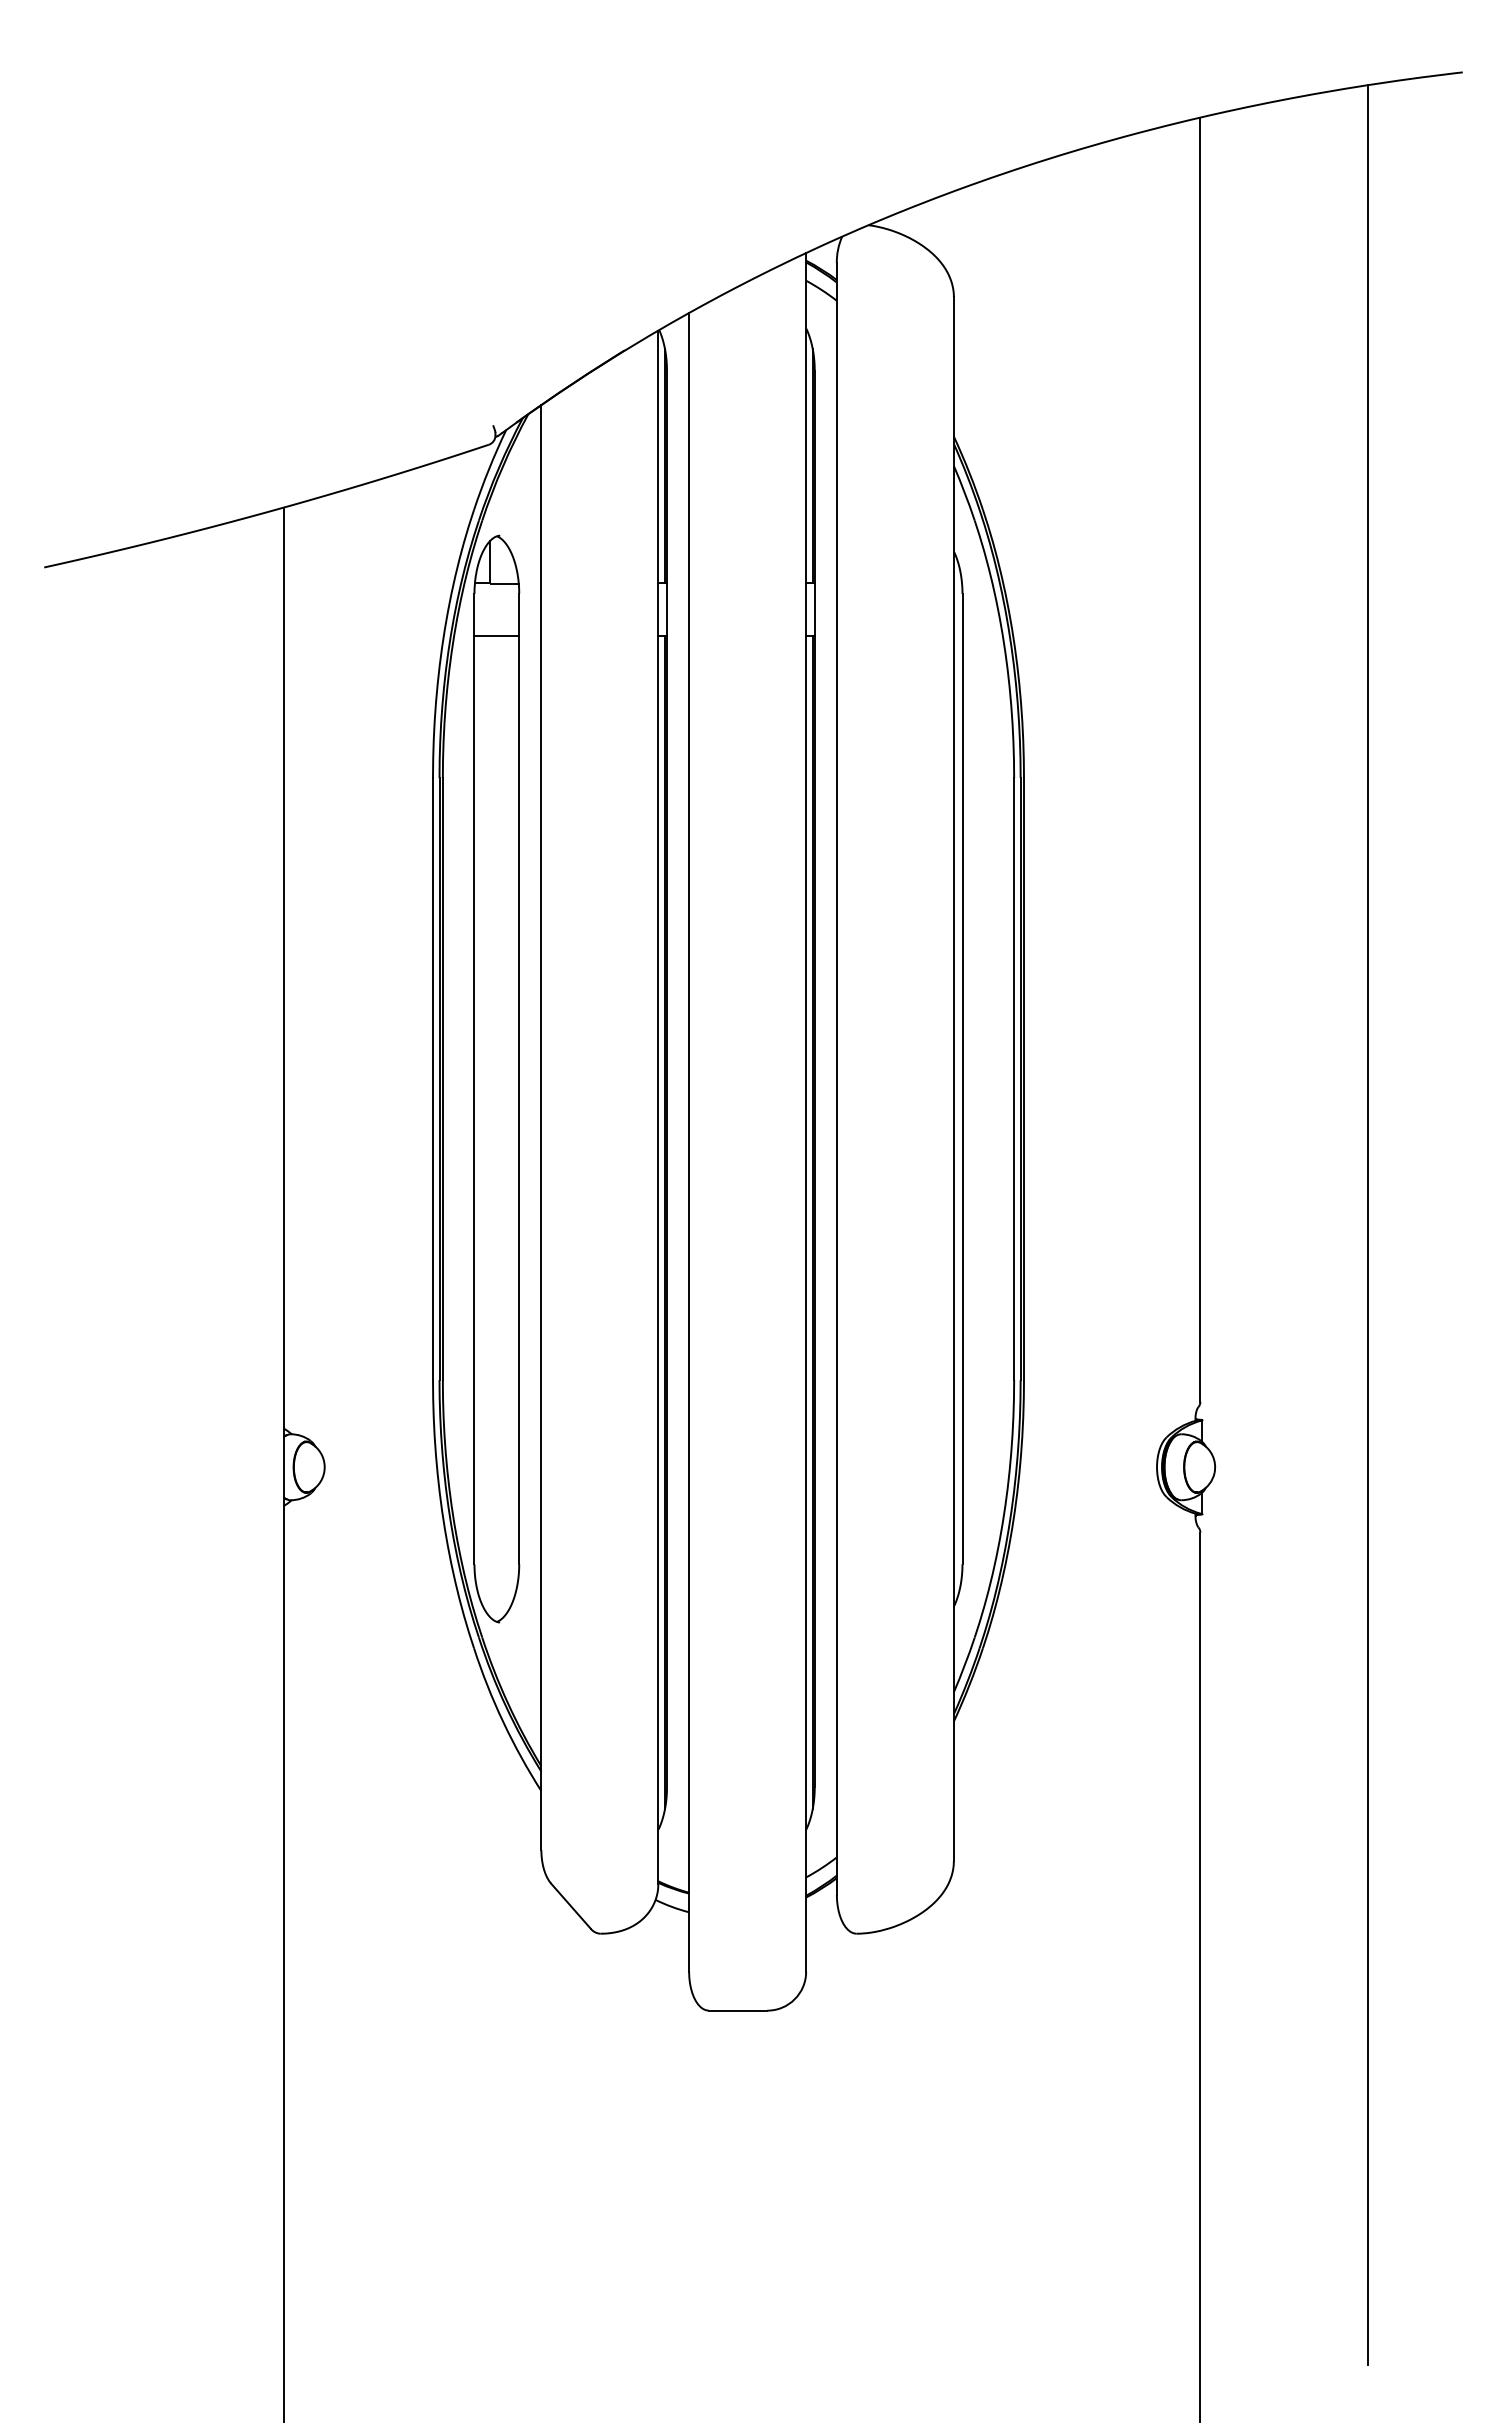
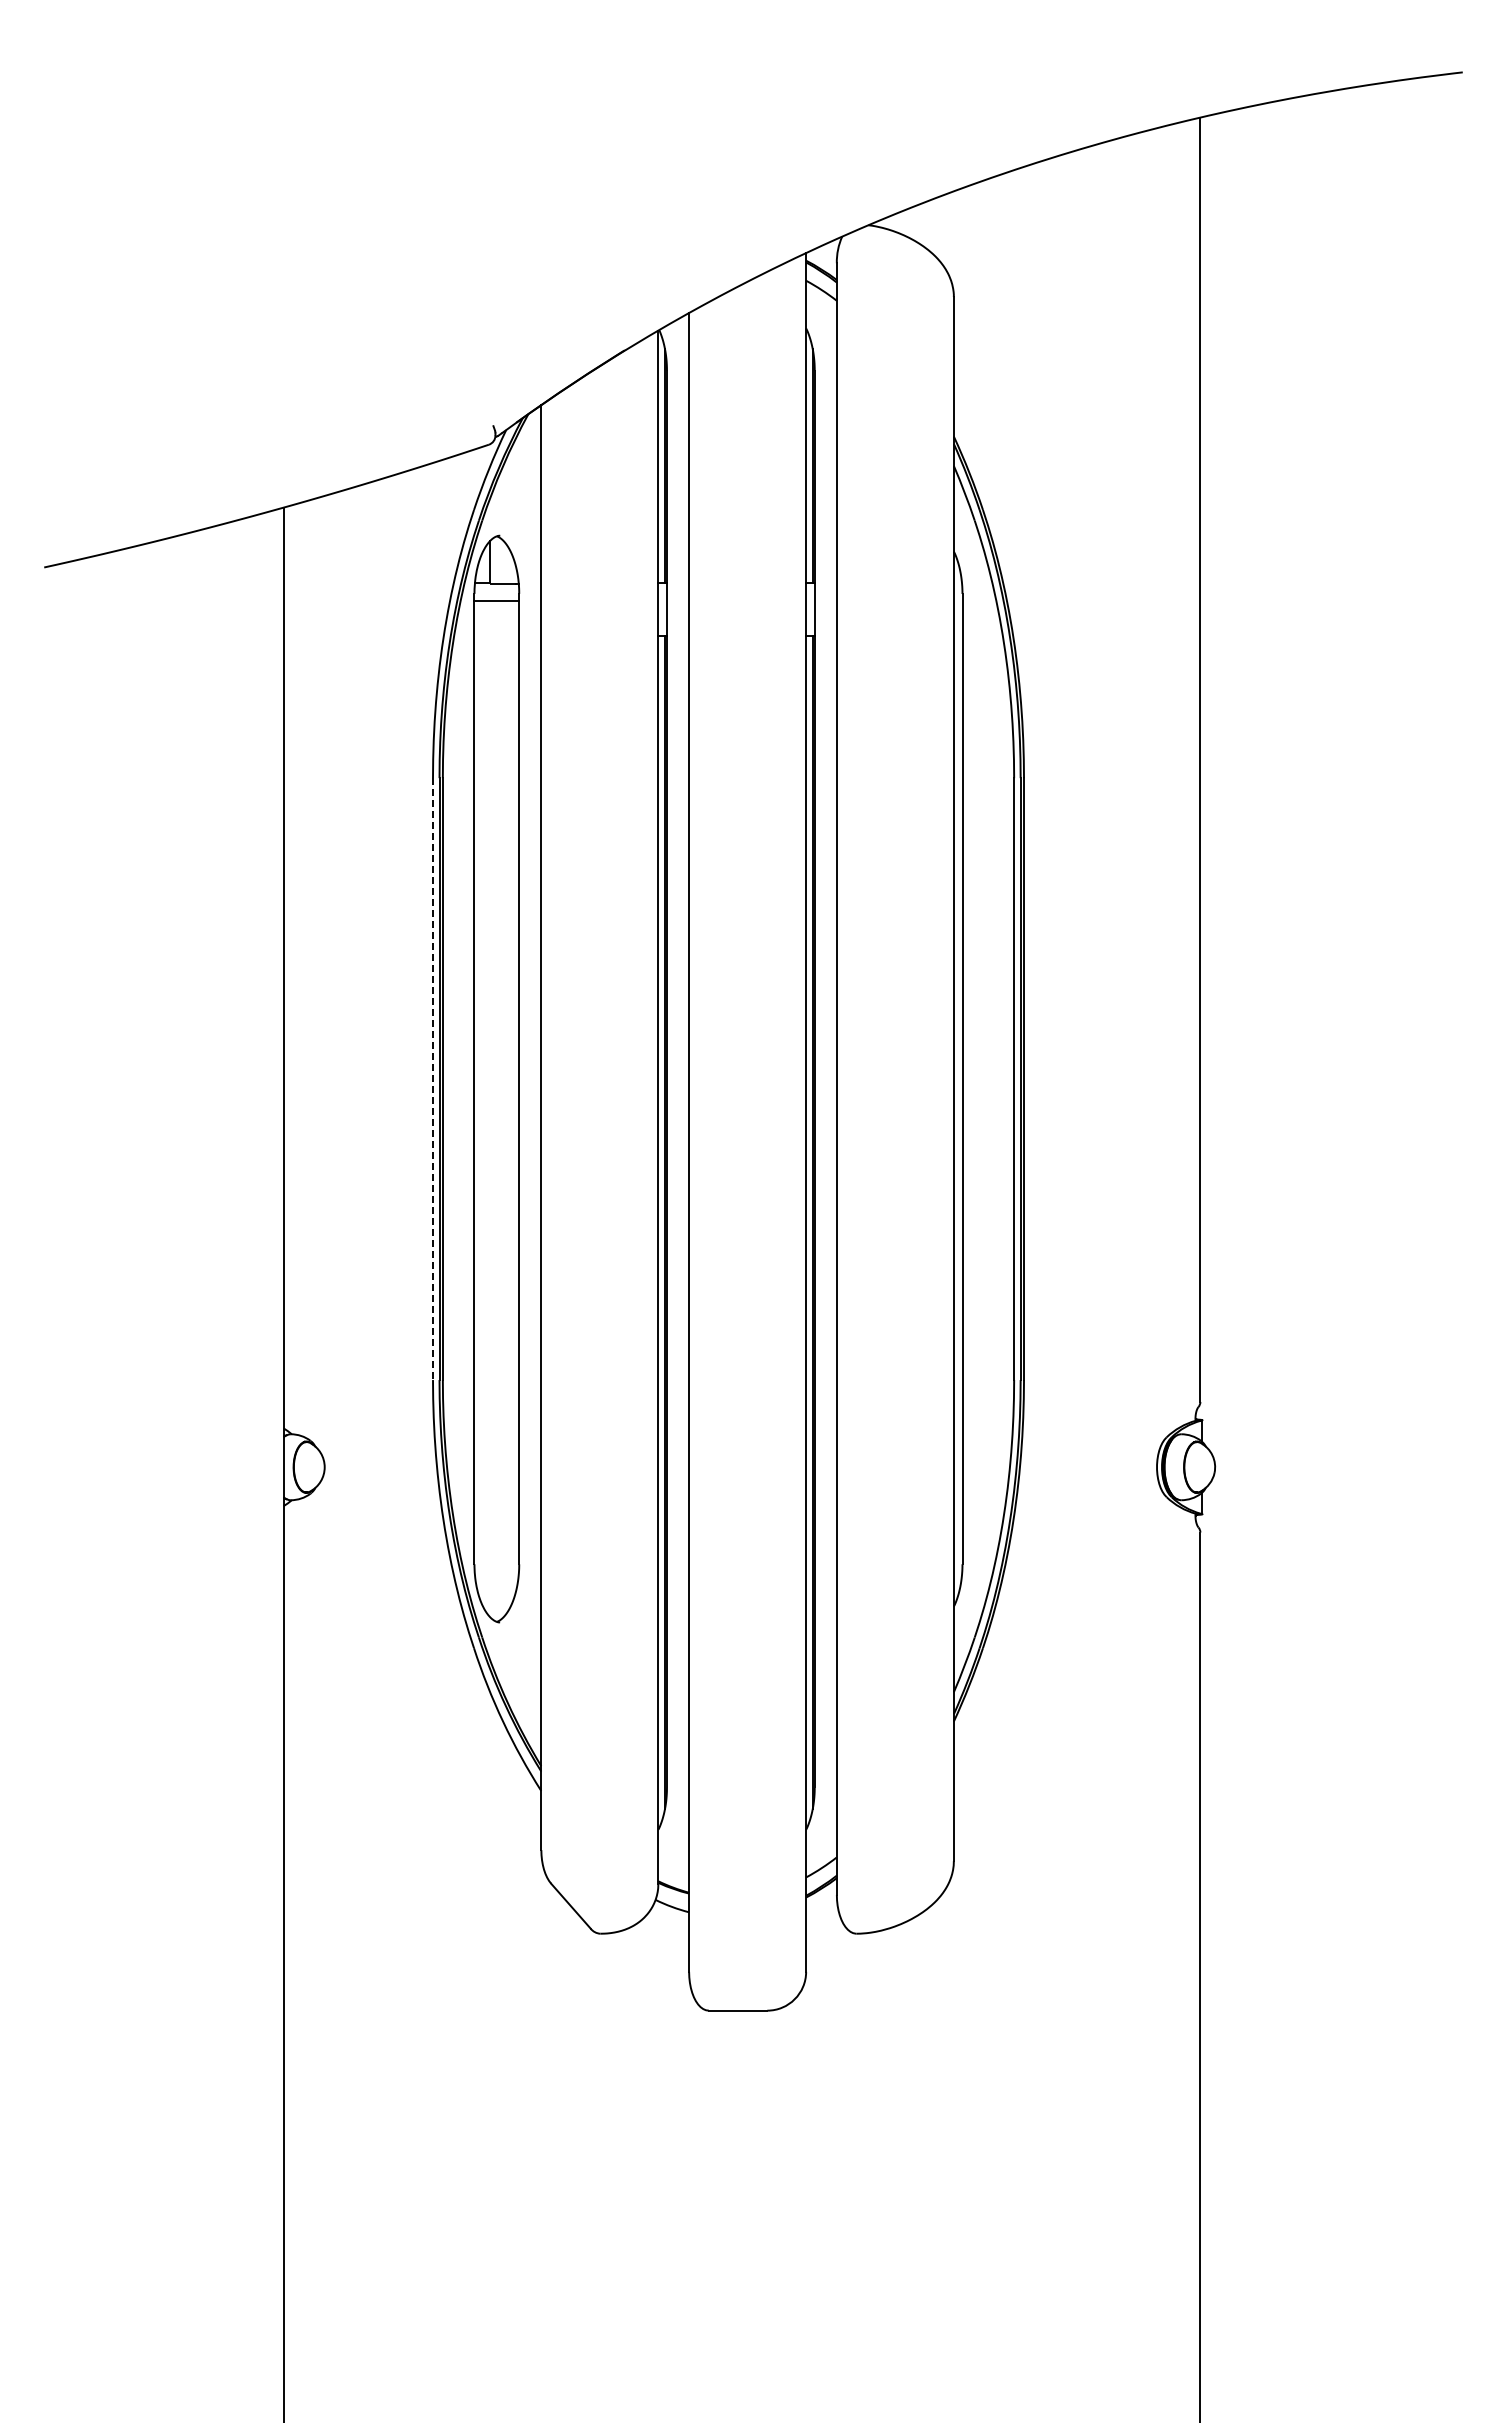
line at (496, 635) position: (496, 635) -> (496, 600)
line at (432, 1079): solid -> dashed
line at (1367, 1224): present -> none
